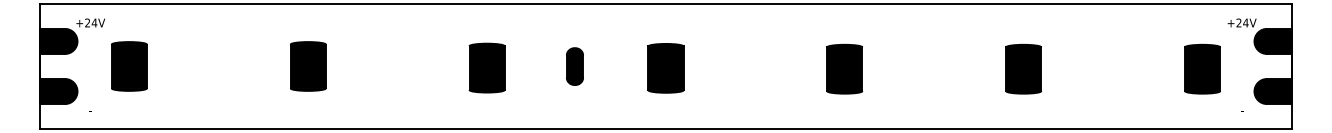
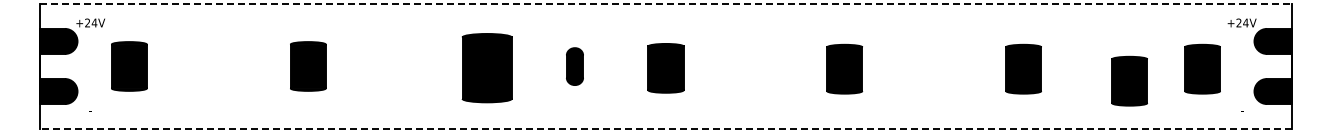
line at (666, 3): solid -> dashed
part at (486, 67) size: 38x52 px -> 52x71 px
part at (1129, 80): none -> present
line at (665, 129): solid -> dashed
